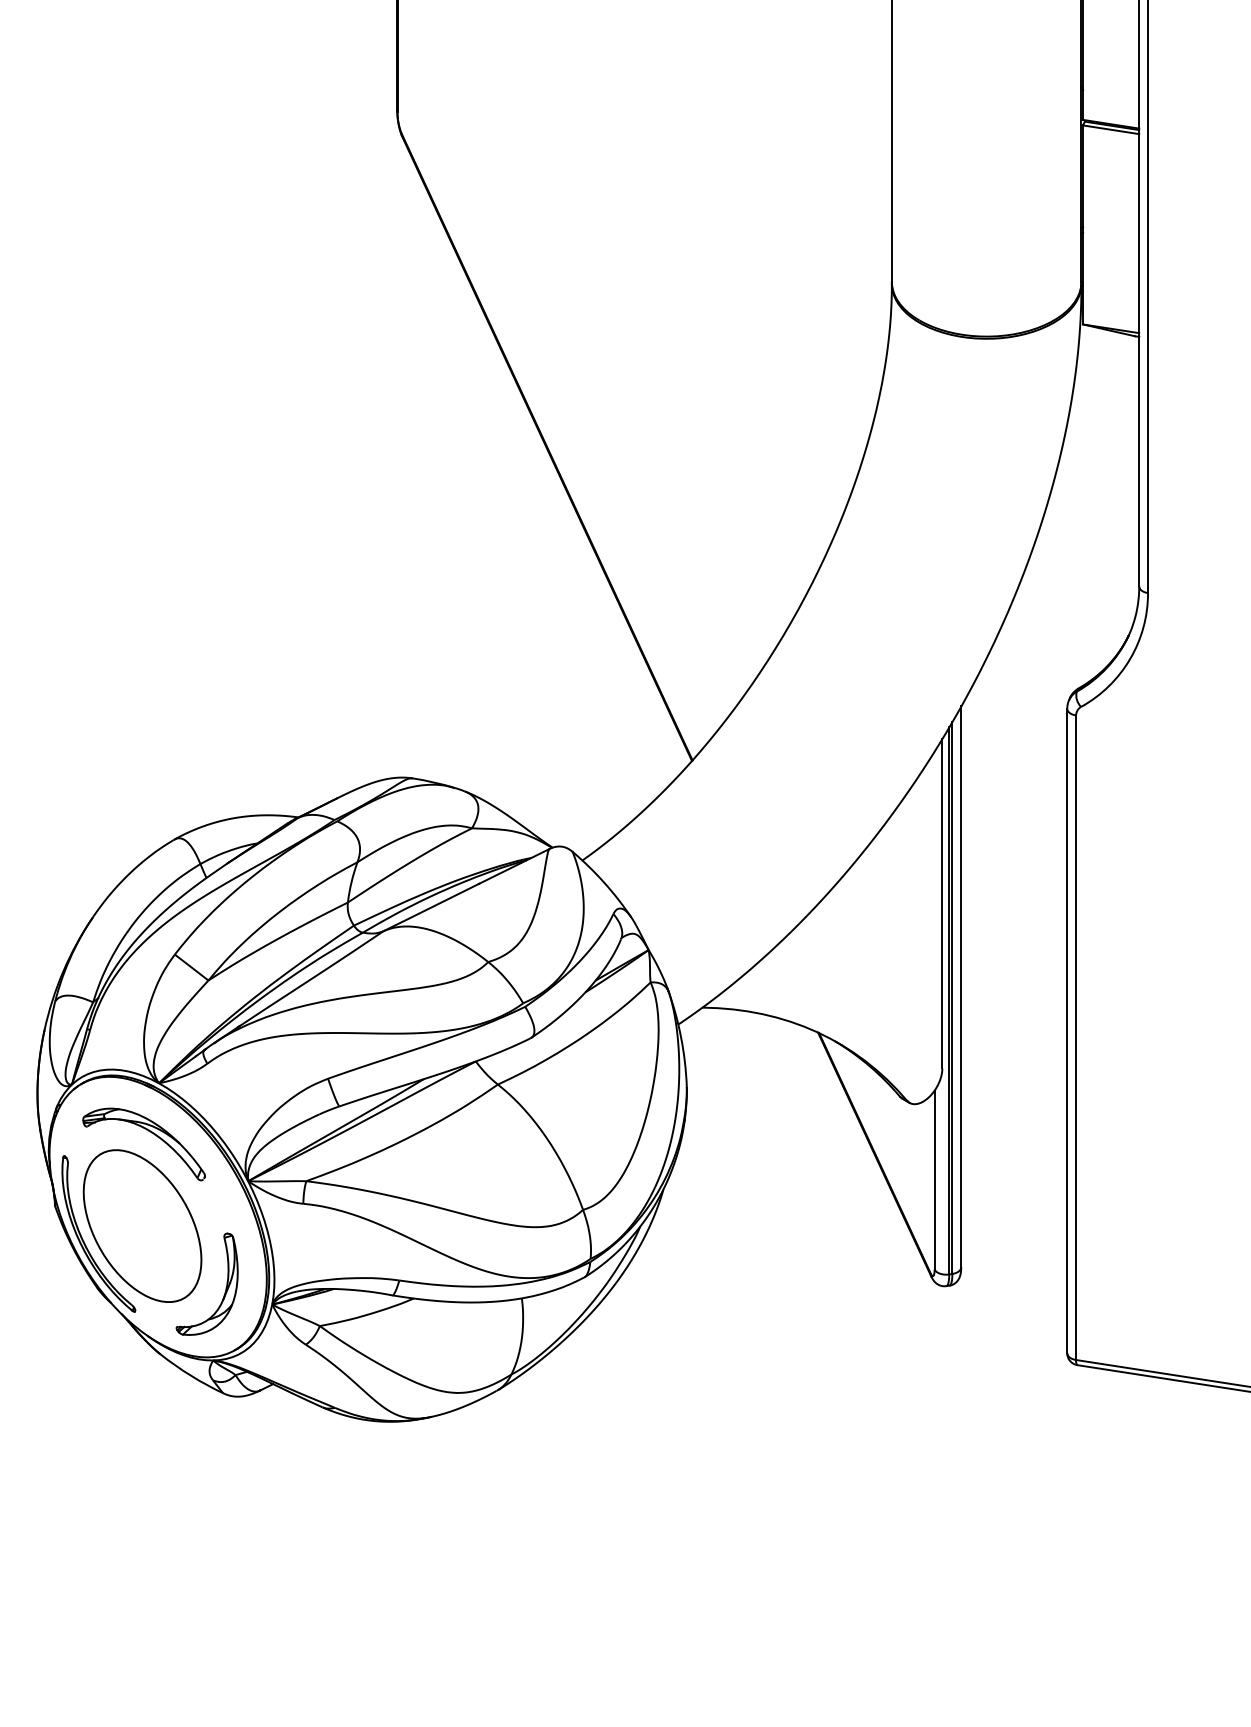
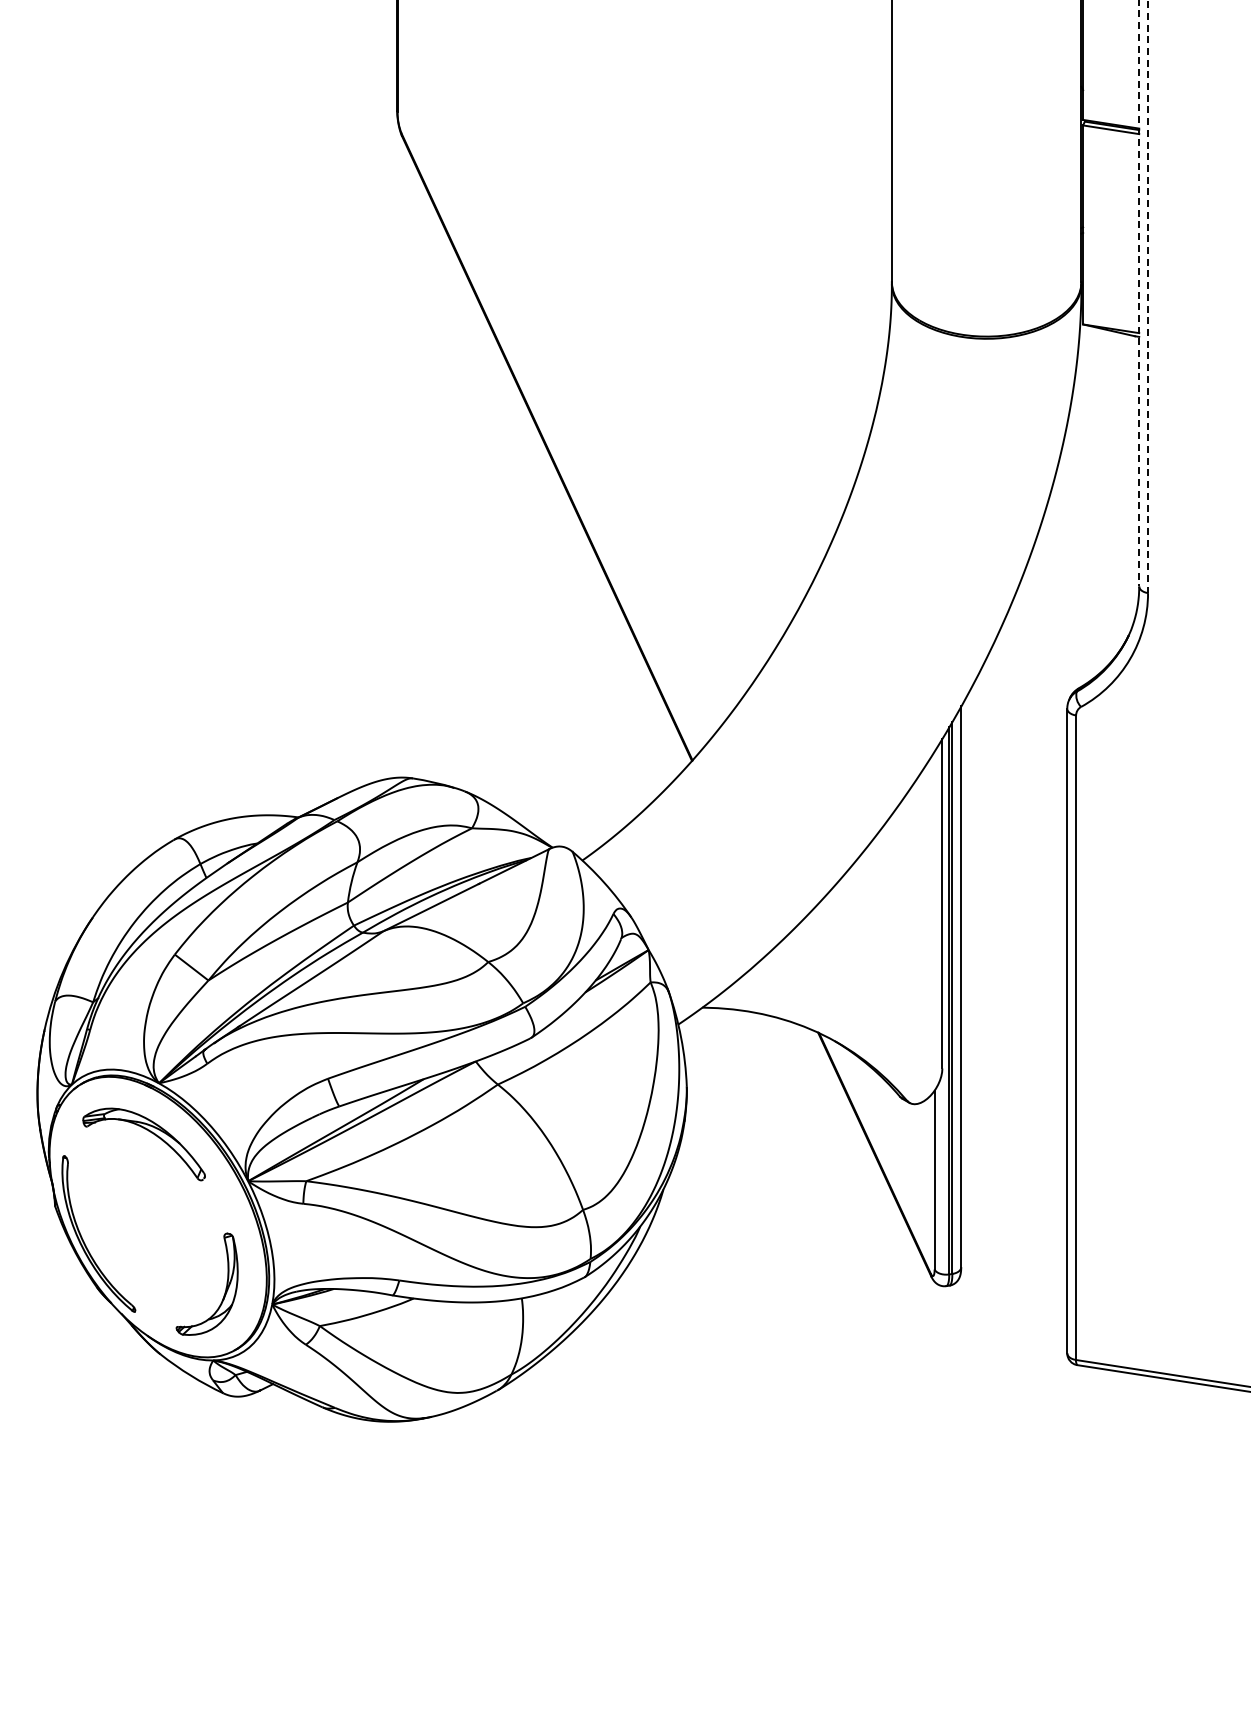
line at (1139, 293): solid -> dashed
line at (1148, 297): solid -> dashed
part at (142, 1225): present -> none
